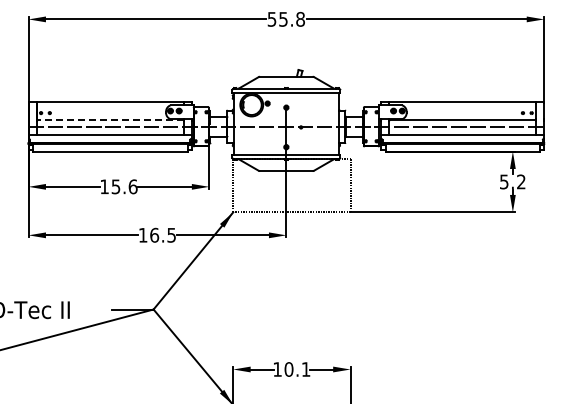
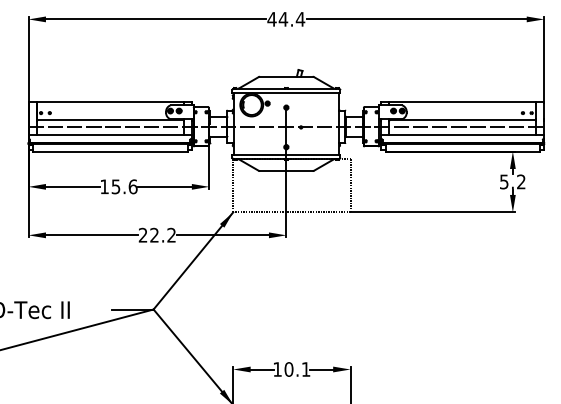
text at (286, 18): 55.8 -> 44.4
line at (109, 120): dashed -> solid
text at (156, 234): 16.5 -> 22.2
